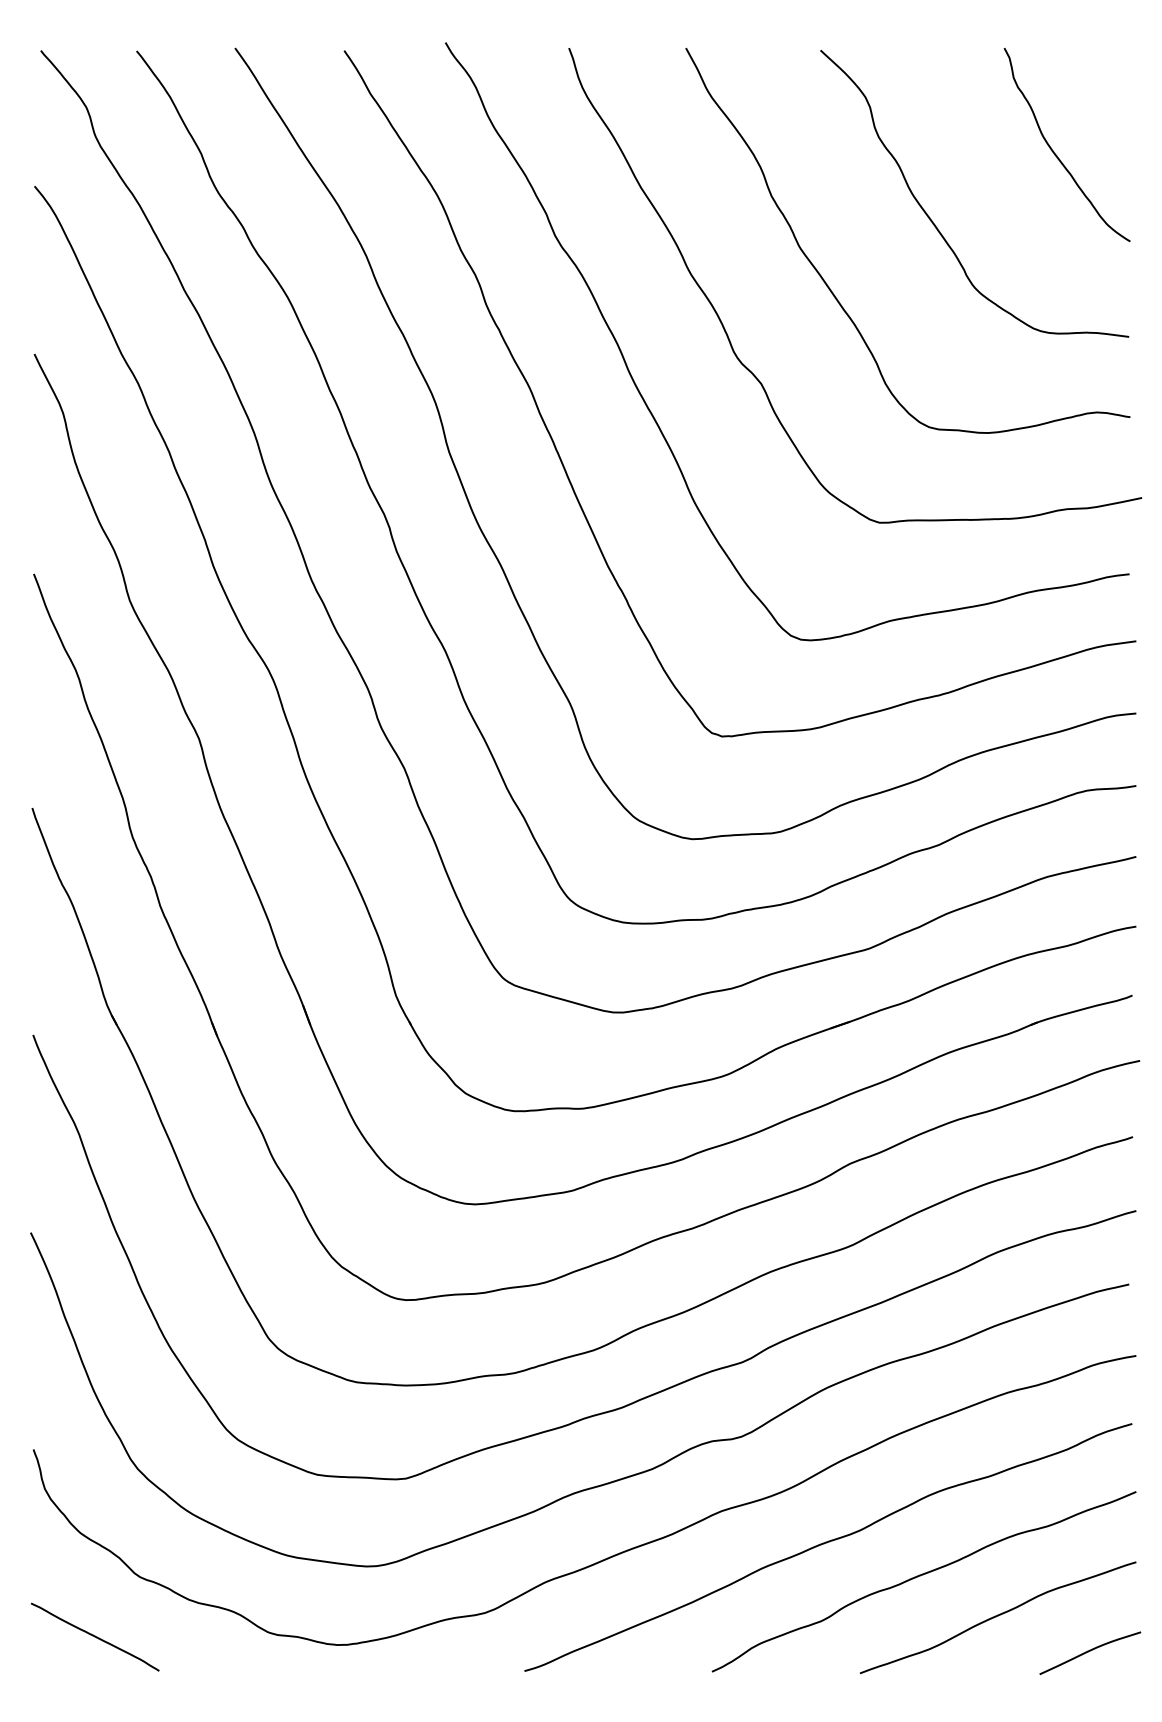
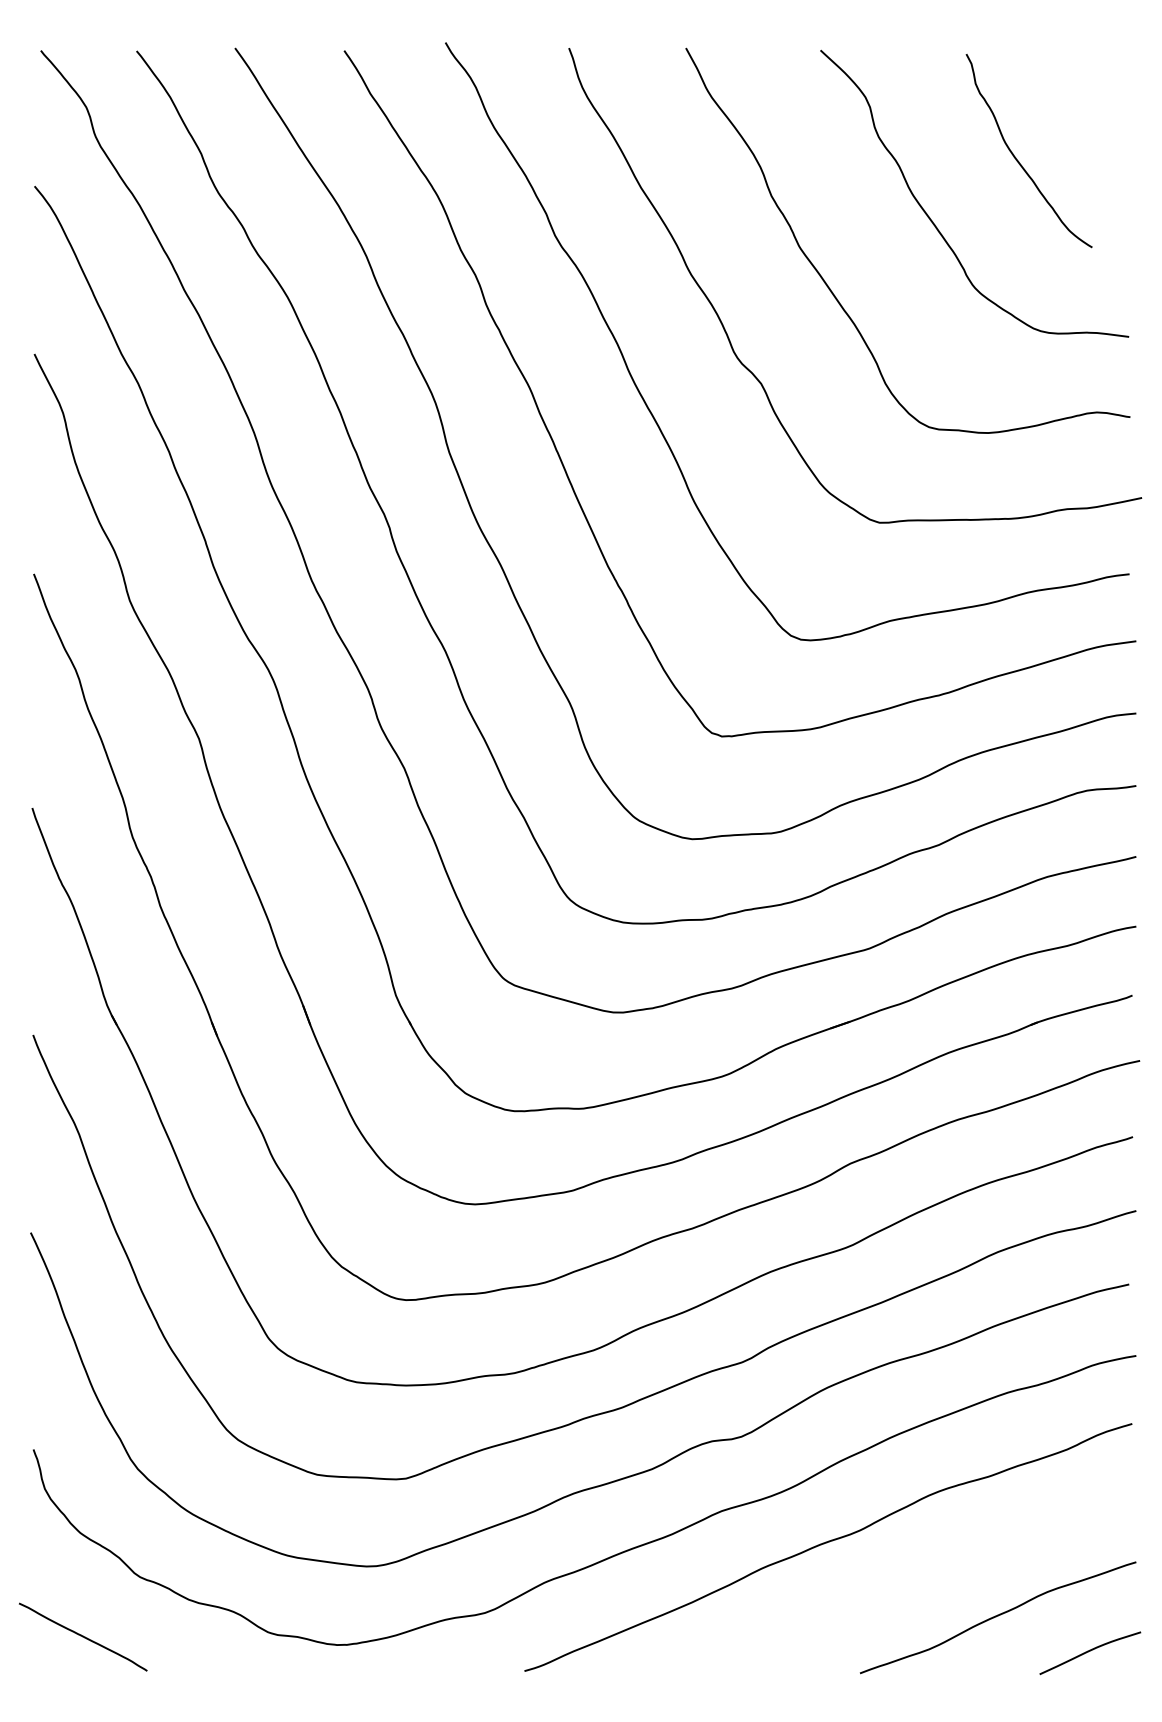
curve at (1054, 151) position: (1054, 151) -> (1016, 157)
curve at (920, 1576): present -> none
curve at (95, 1636) position: (95, 1636) -> (83, 1636)
